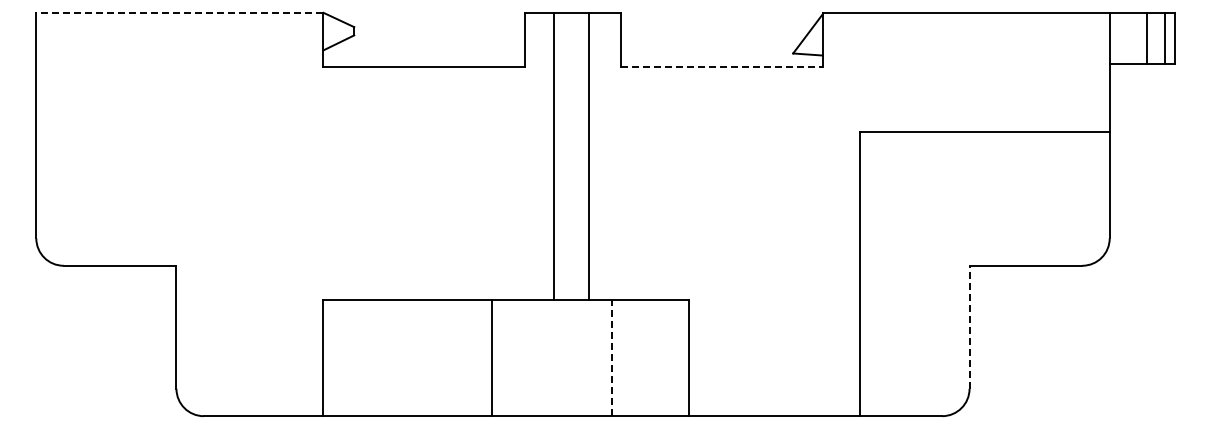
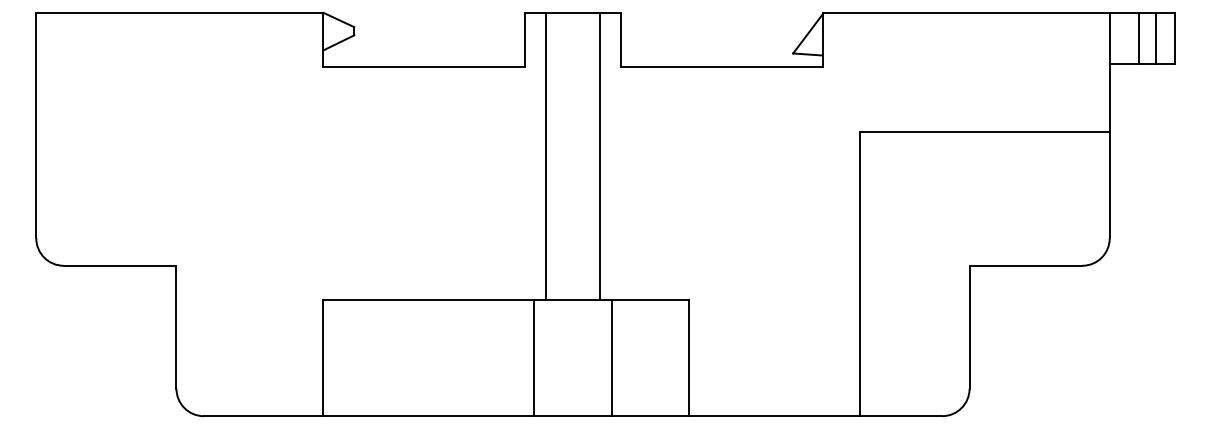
line at (179, 12): dashed -> solid
line at (1146, 38) position: (1146, 38) -> (1138, 38)
line at (1164, 38) position: (1164, 38) -> (1155, 38)
line at (721, 67): dashed -> solid
line at (553, 155) position: (553, 155) -> (545, 155)
line at (589, 155) position: (589, 155) -> (600, 155)
line at (969, 327): dashed -> solid
line at (491, 357) position: (491, 357) -> (533, 357)
line at (612, 357): dashed -> solid
